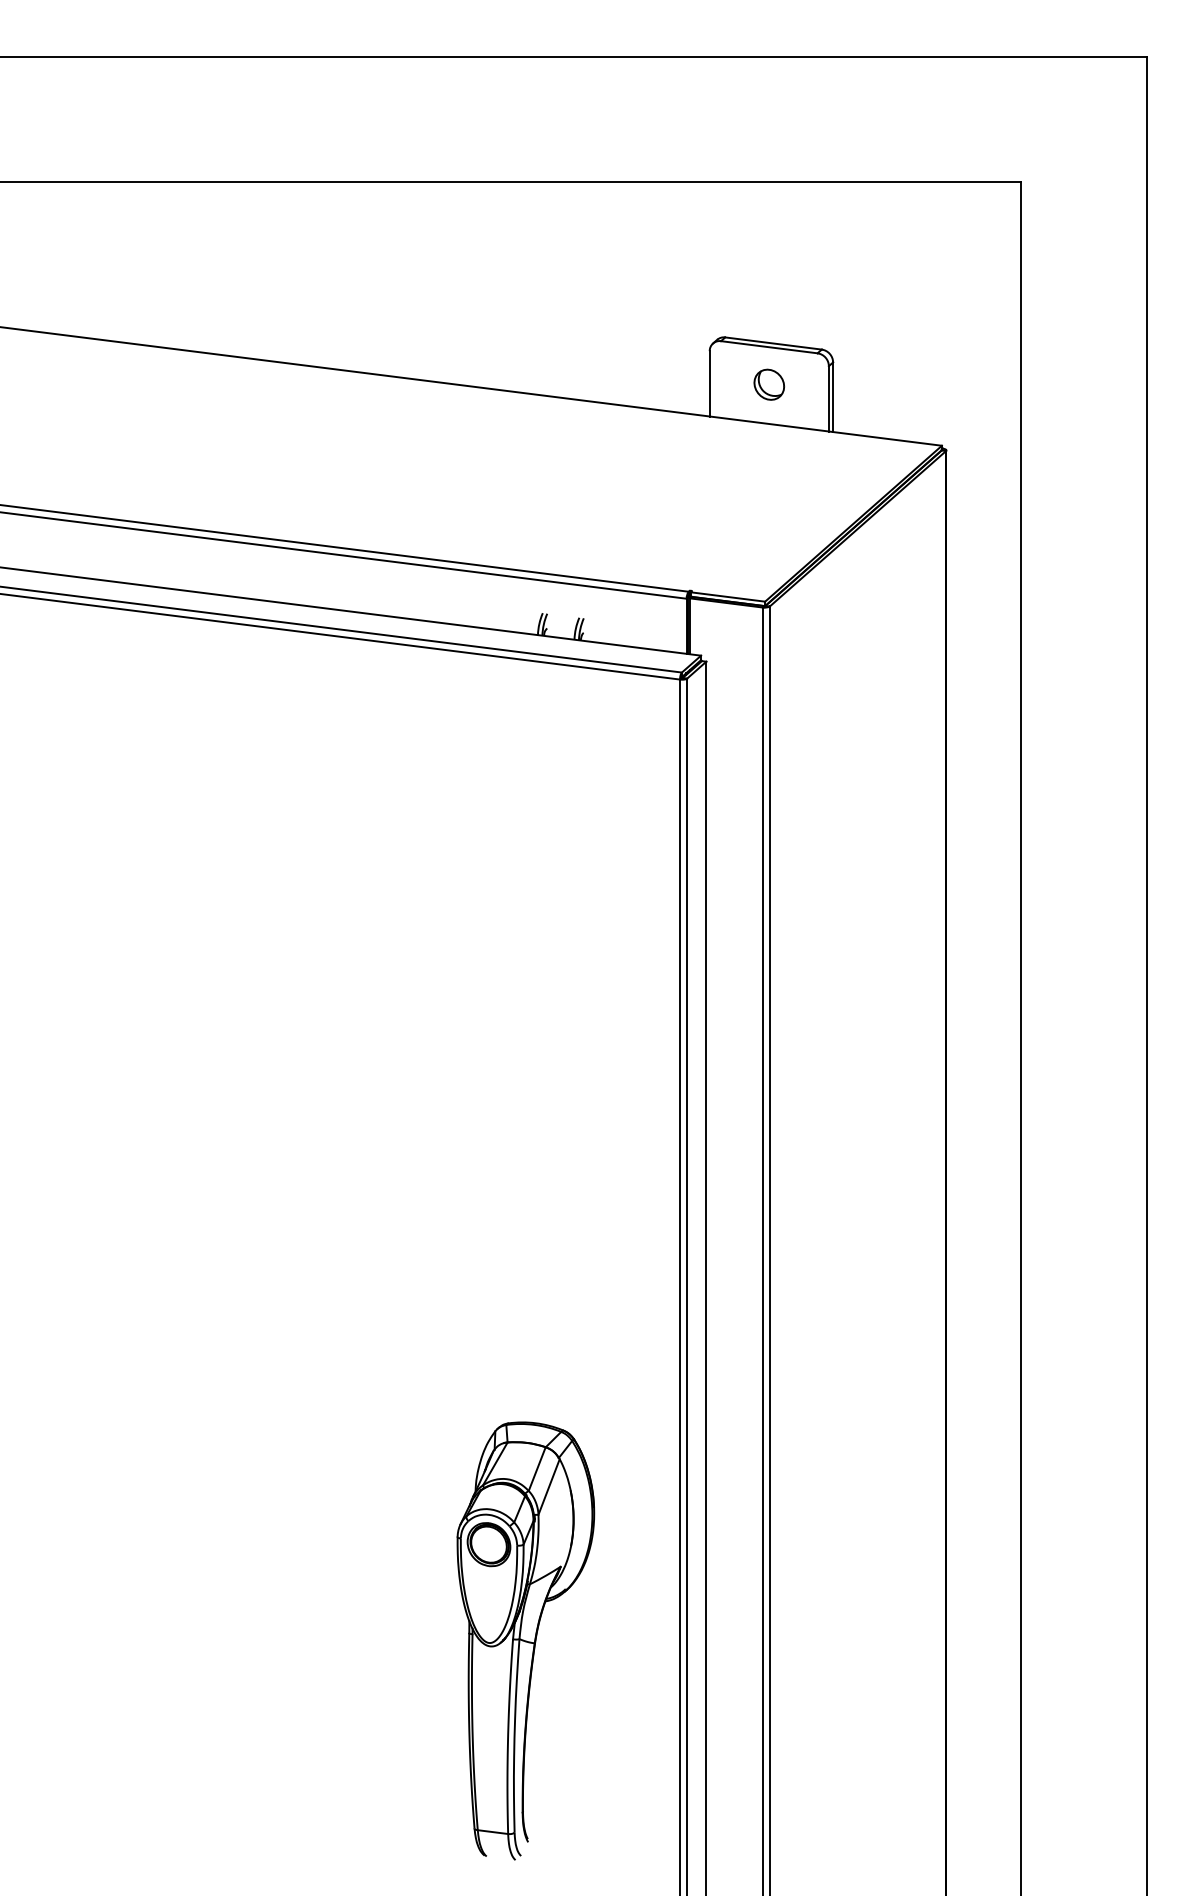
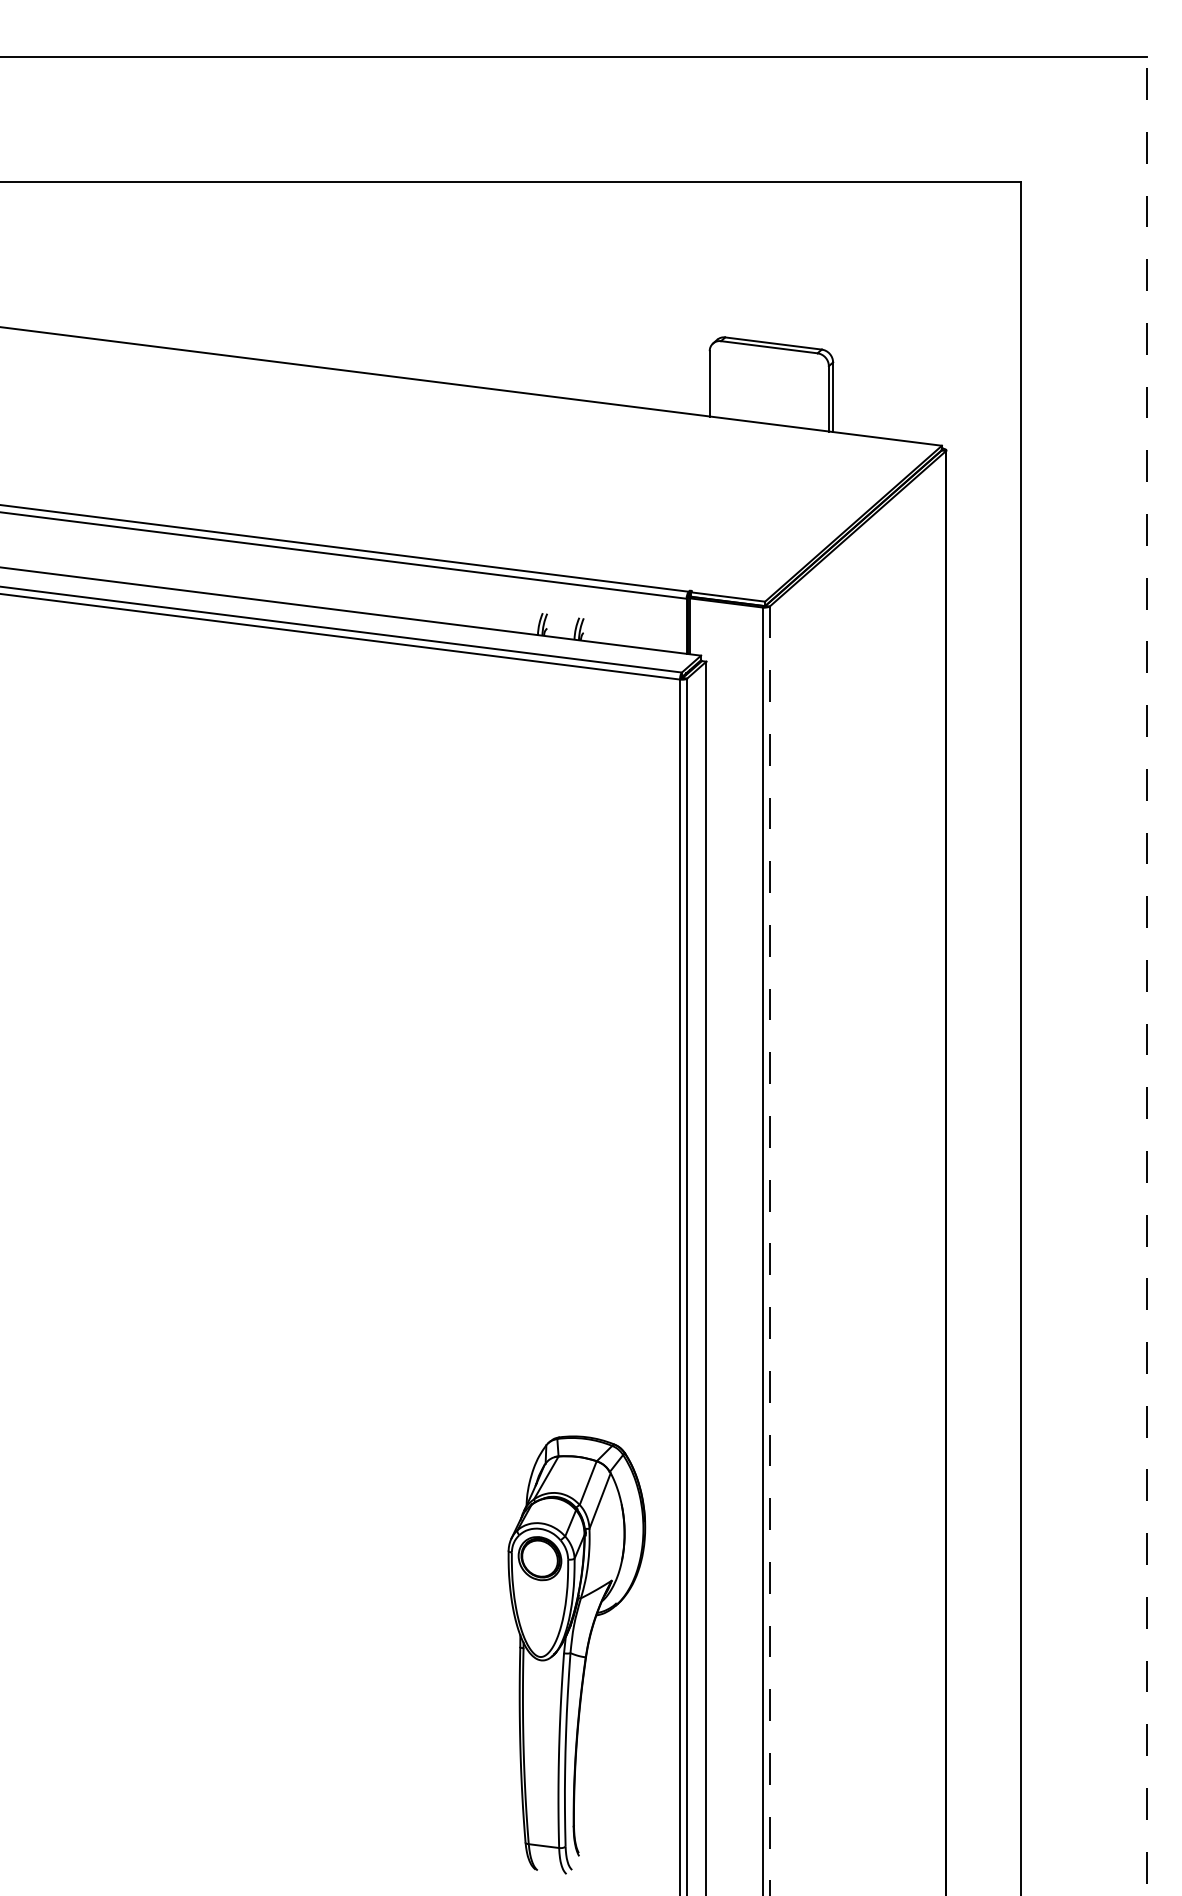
part at (769, 384): present -> none
line at (1146, 975): solid -> dashed
line at (769, 1251): solid -> dashed
part at (525, 1640) position: (525, 1640) -> (576, 1654)
